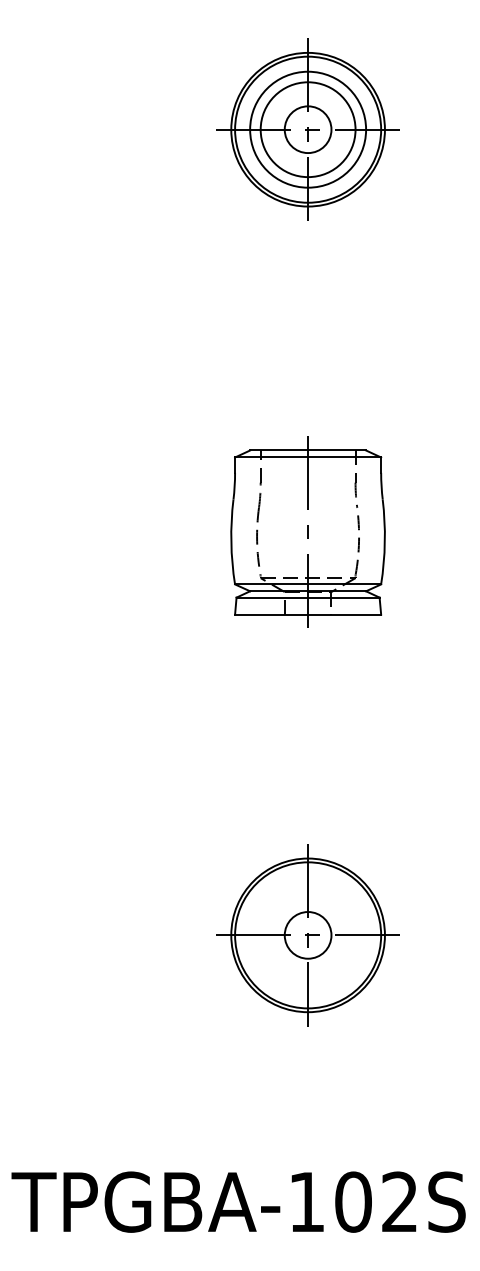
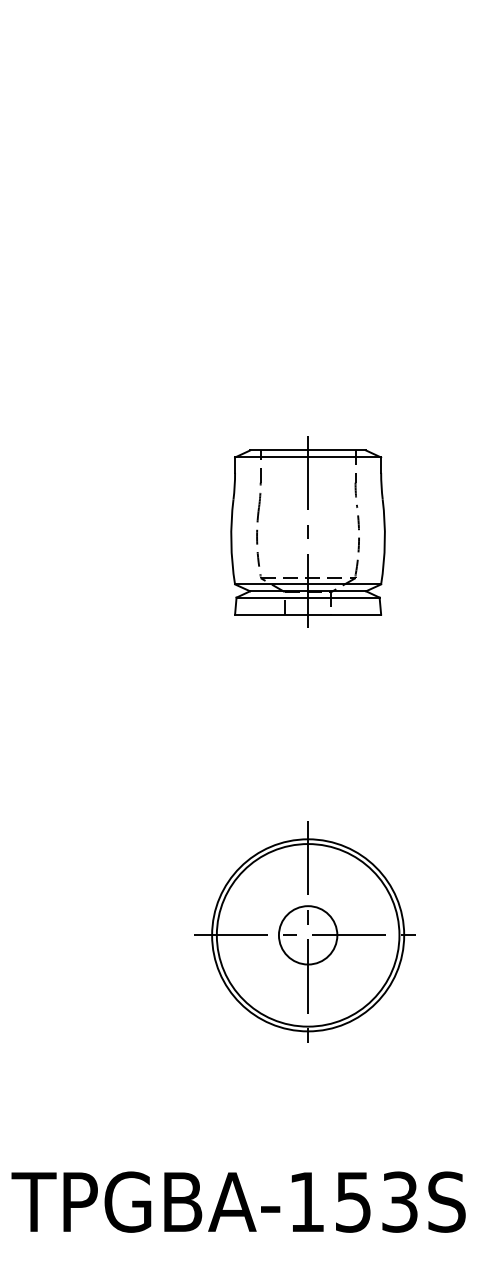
part at (307, 129): present -> none
part at (307, 935) size: 184x183 px -> 222x222 px
text at (376, 1201): TPGBA-102S -> TPGBA-153S
